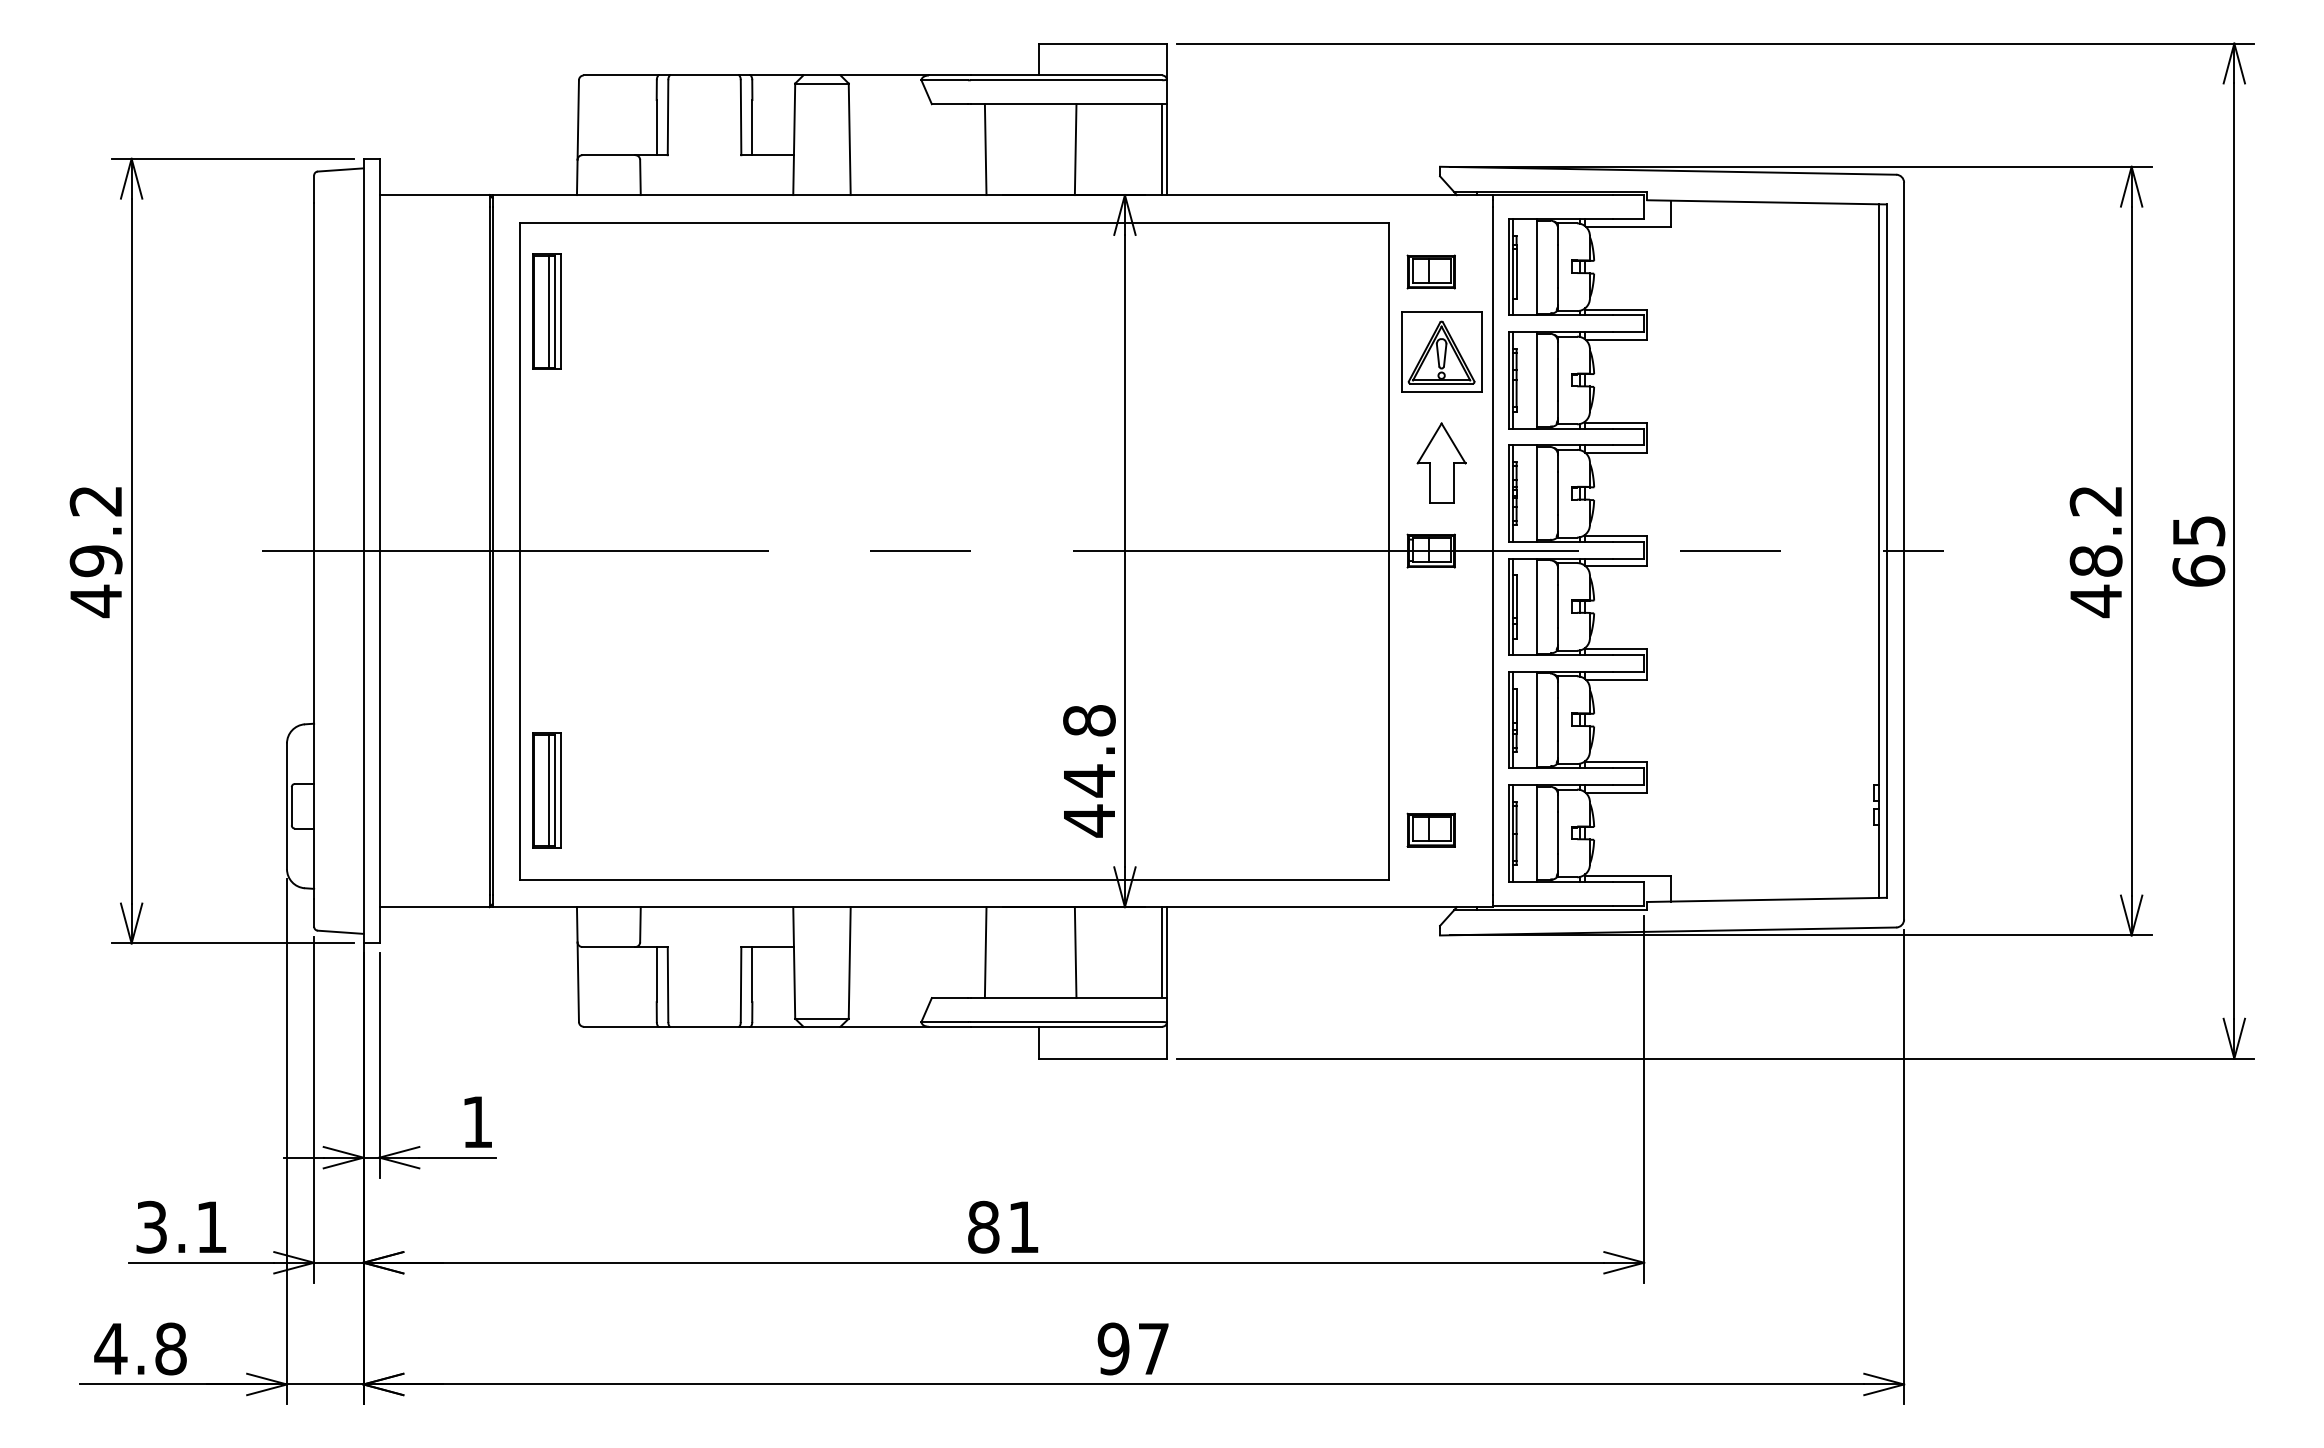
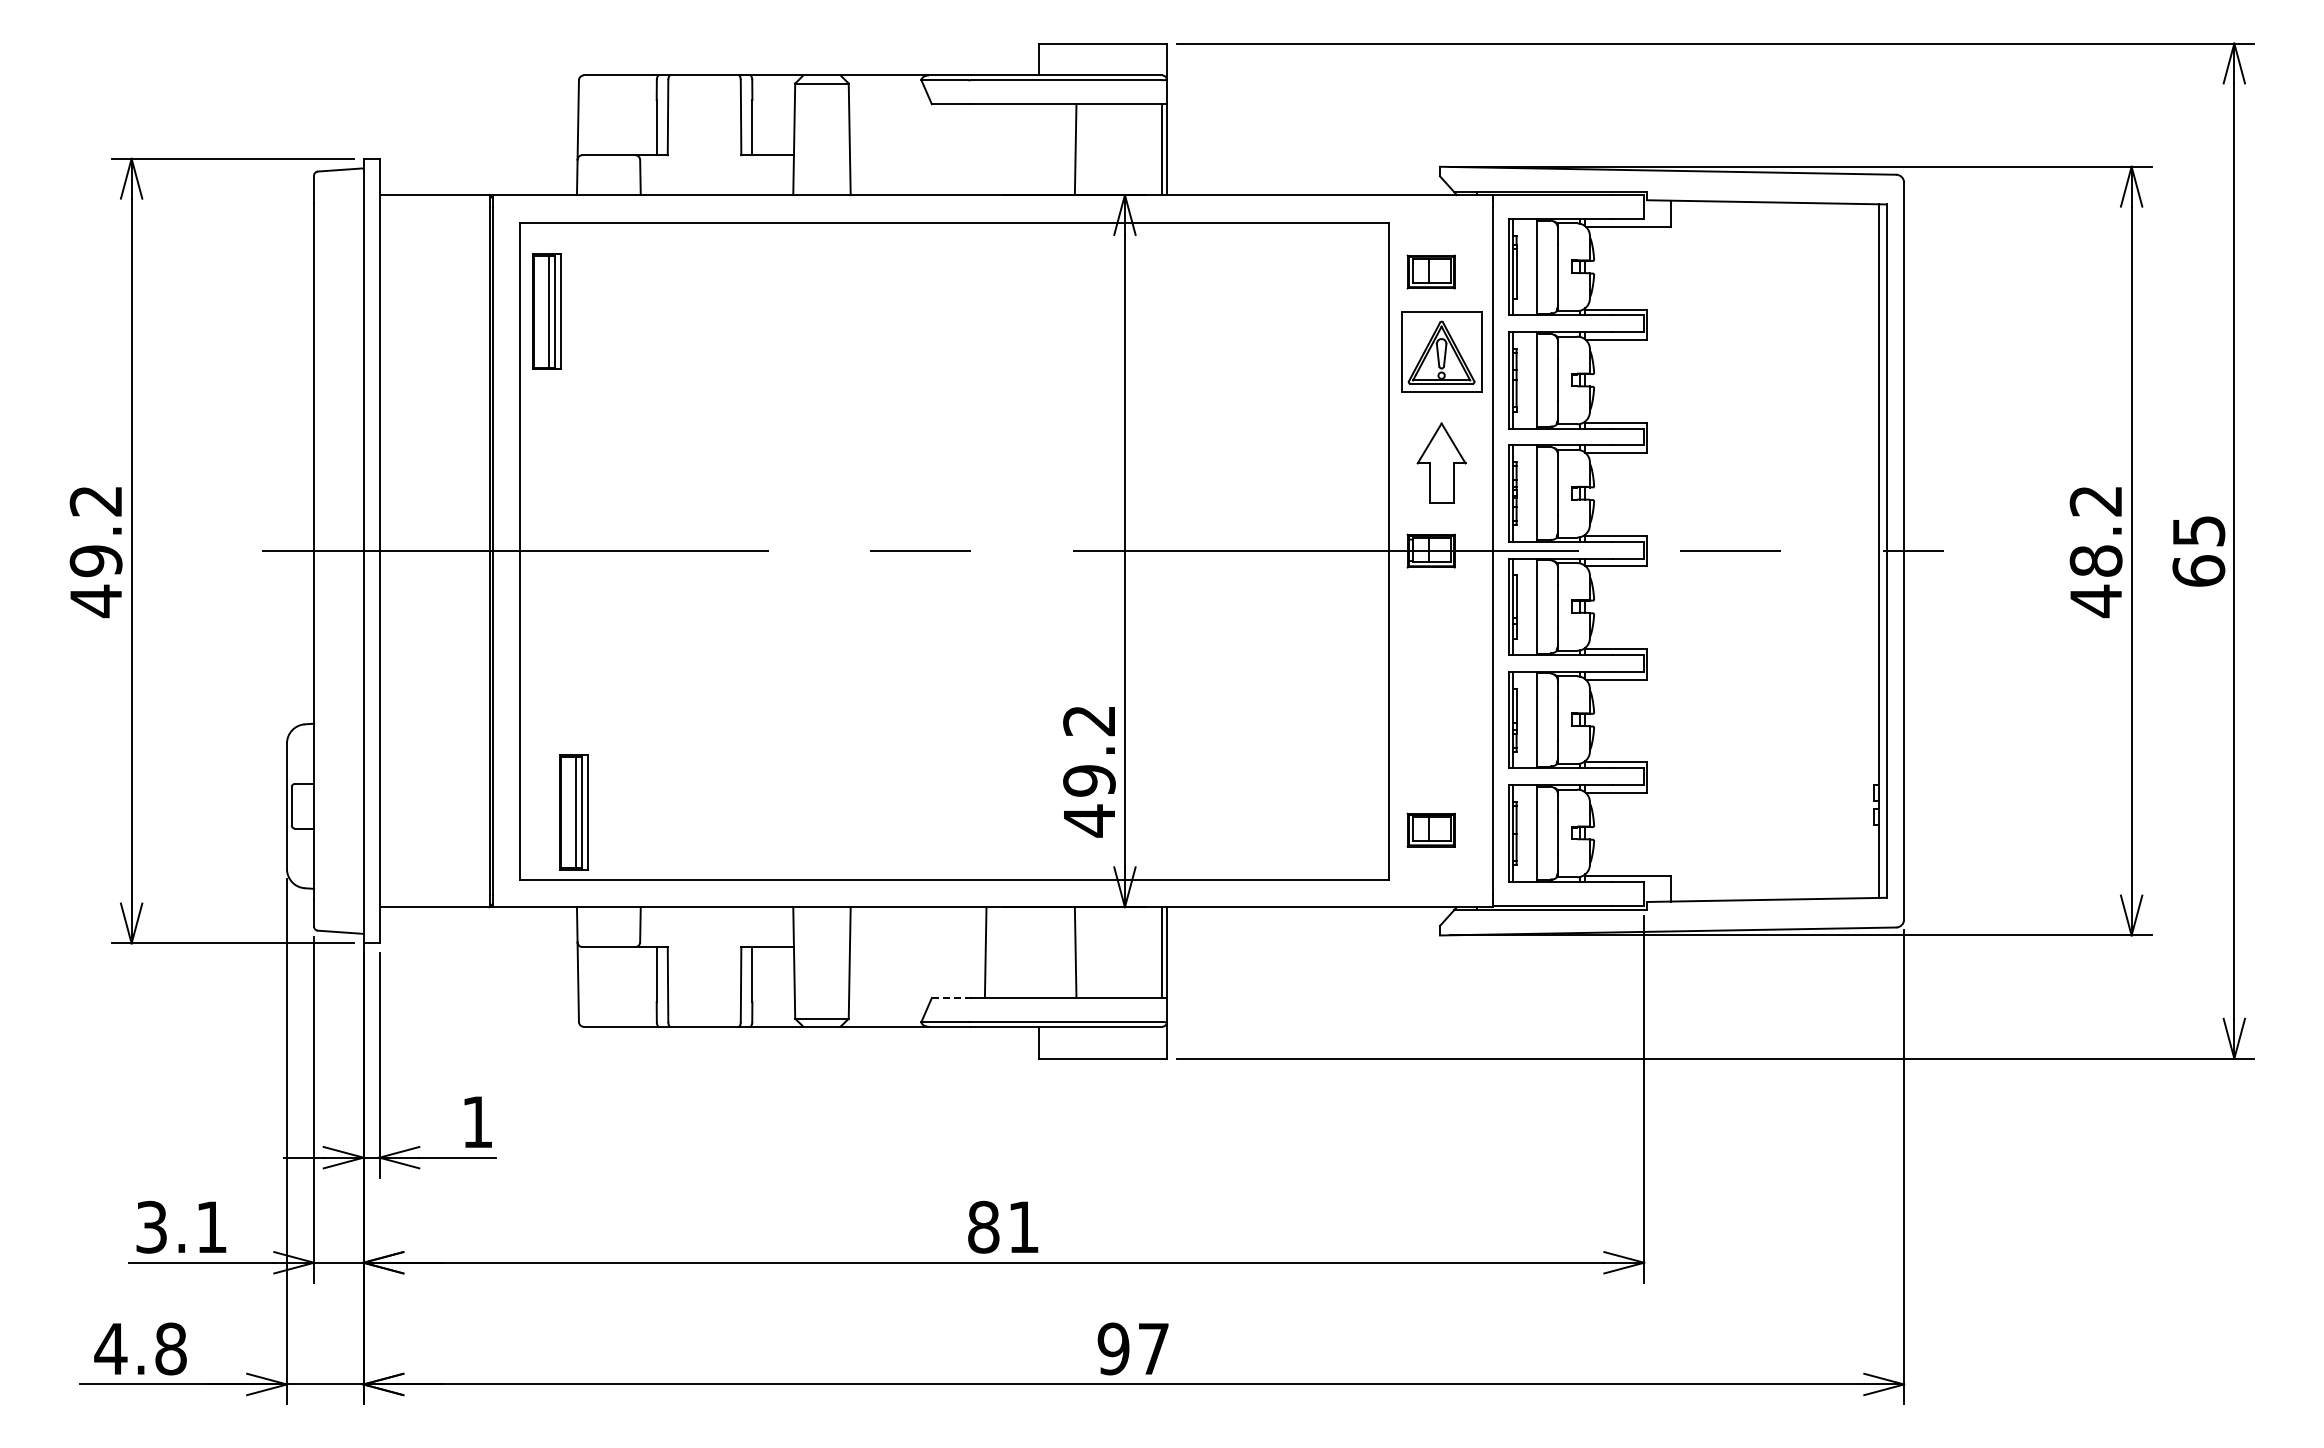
line at (985, 149): present -> none
text at (1089, 751): 44.8 -> 49.2
part at (546, 790) position: (546, 790) -> (573, 812)
line at (950, 998): solid -> dashed
